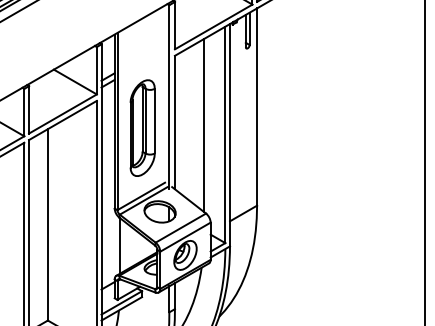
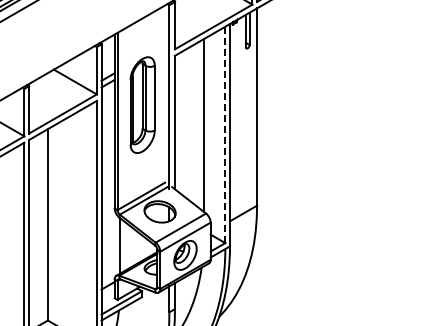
part at (142, 127) position: (142, 127) -> (142, 104)
line at (225, 135): solid -> dashed
line at (424, 162): present -> none
